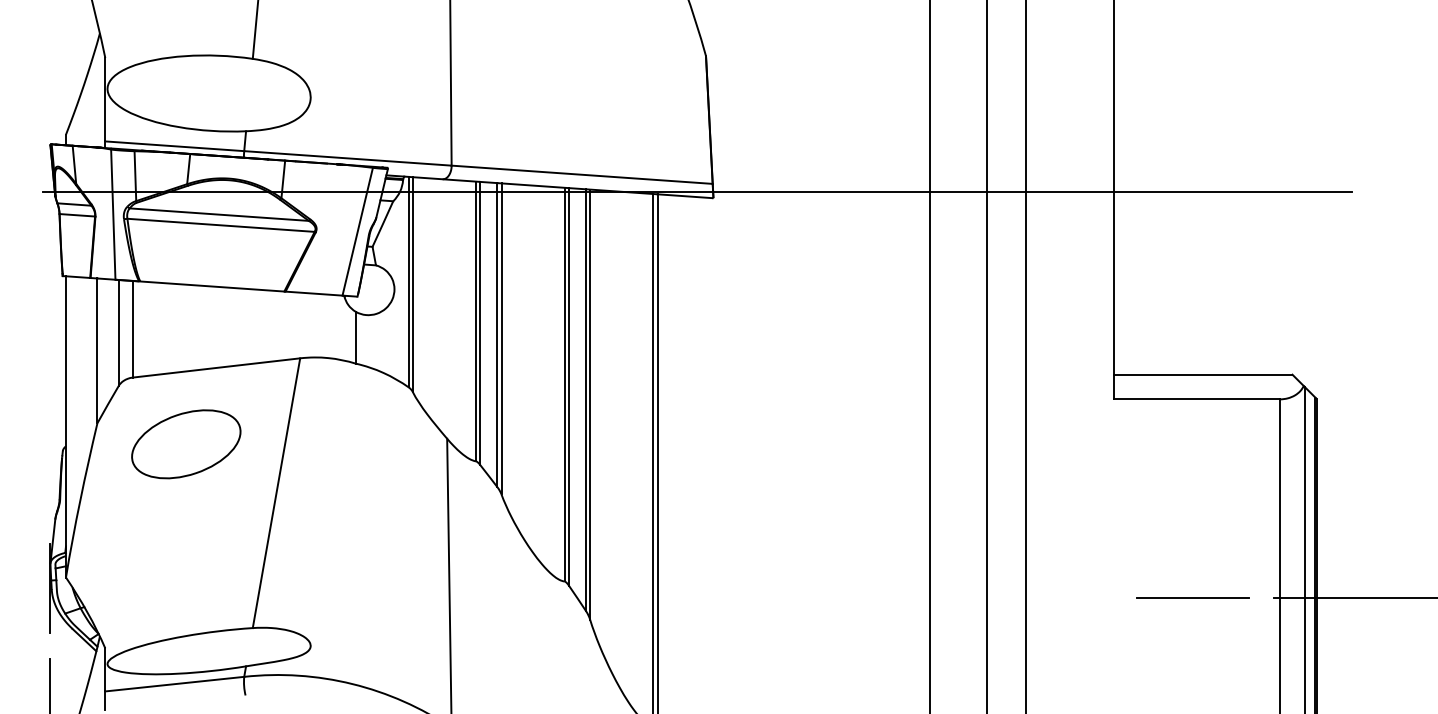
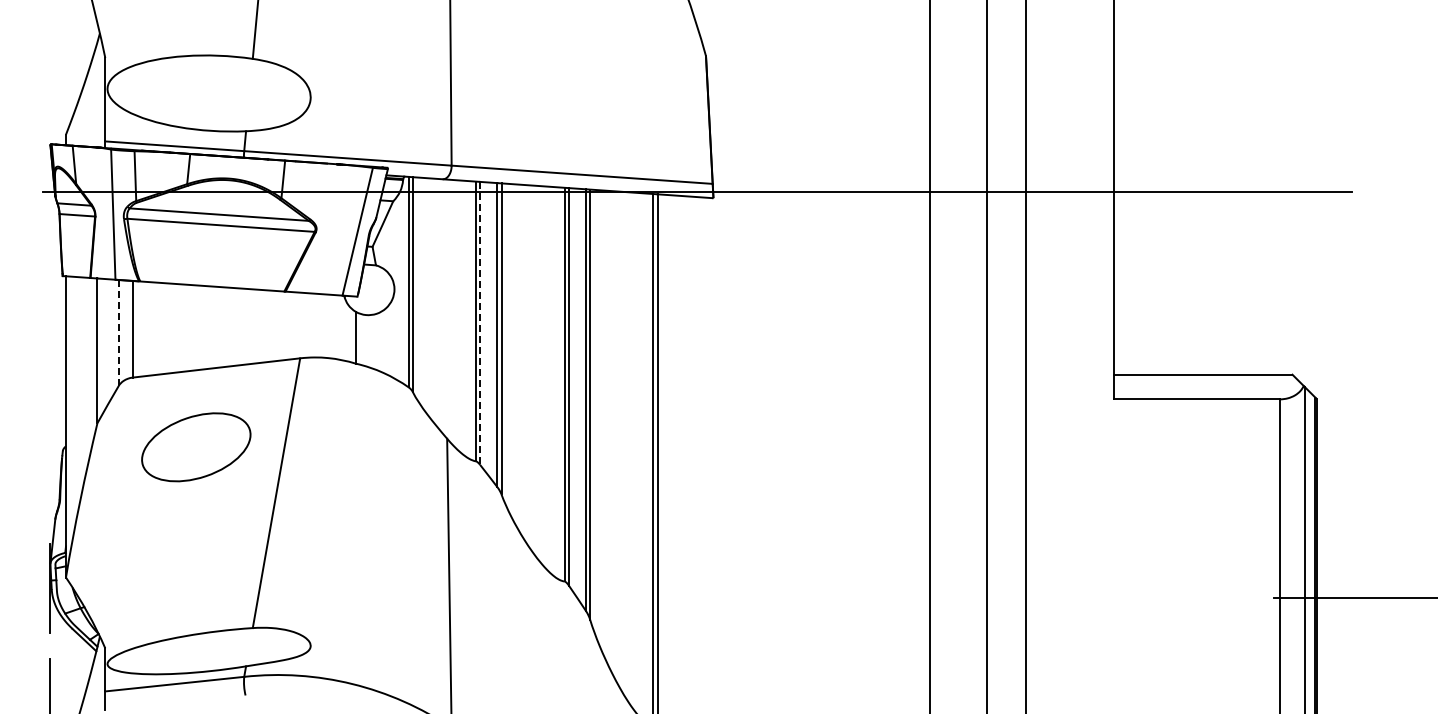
line at (480, 323): solid -> dashed
line at (118, 332): solid -> dashed
part at (186, 444) position: (186, 444) -> (196, 447)
line at (1192, 597): present -> none
